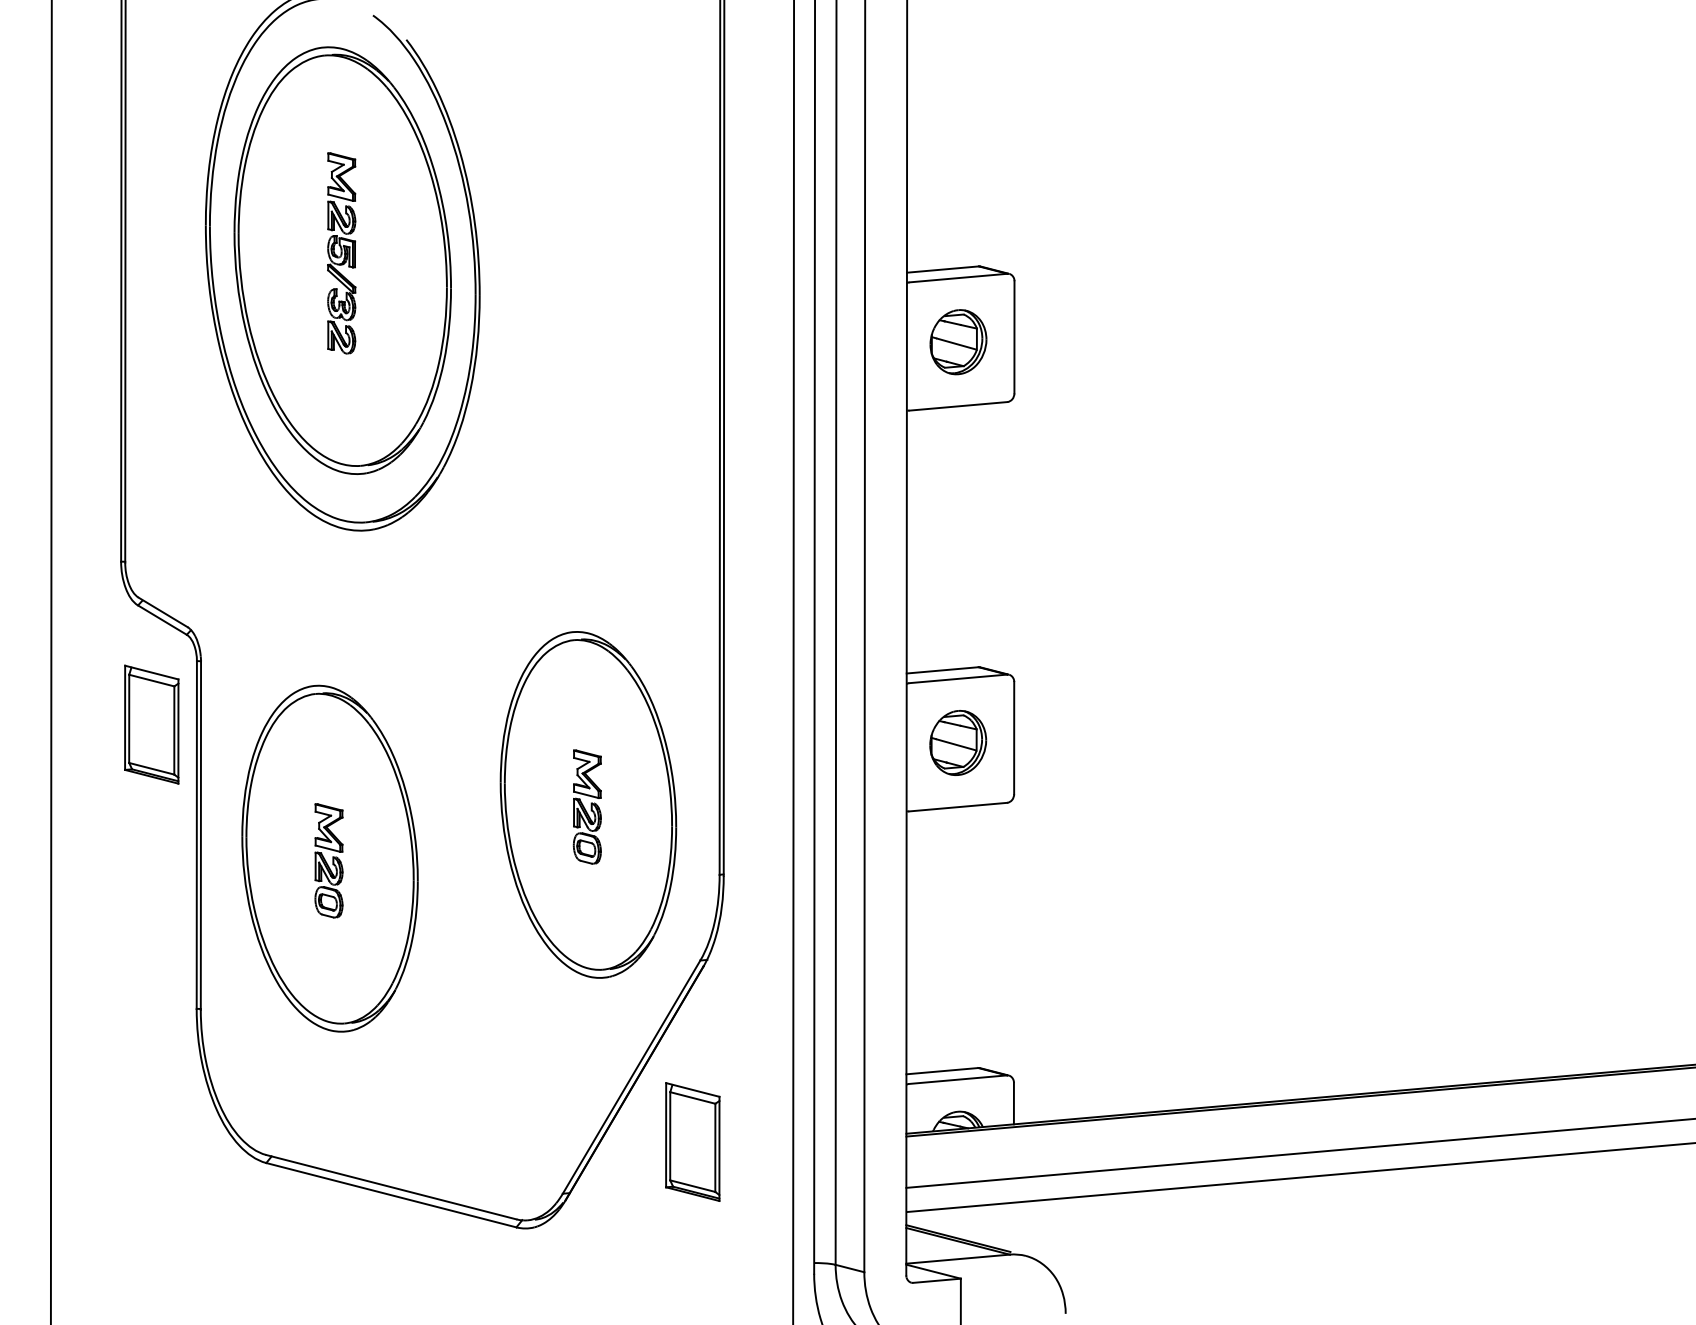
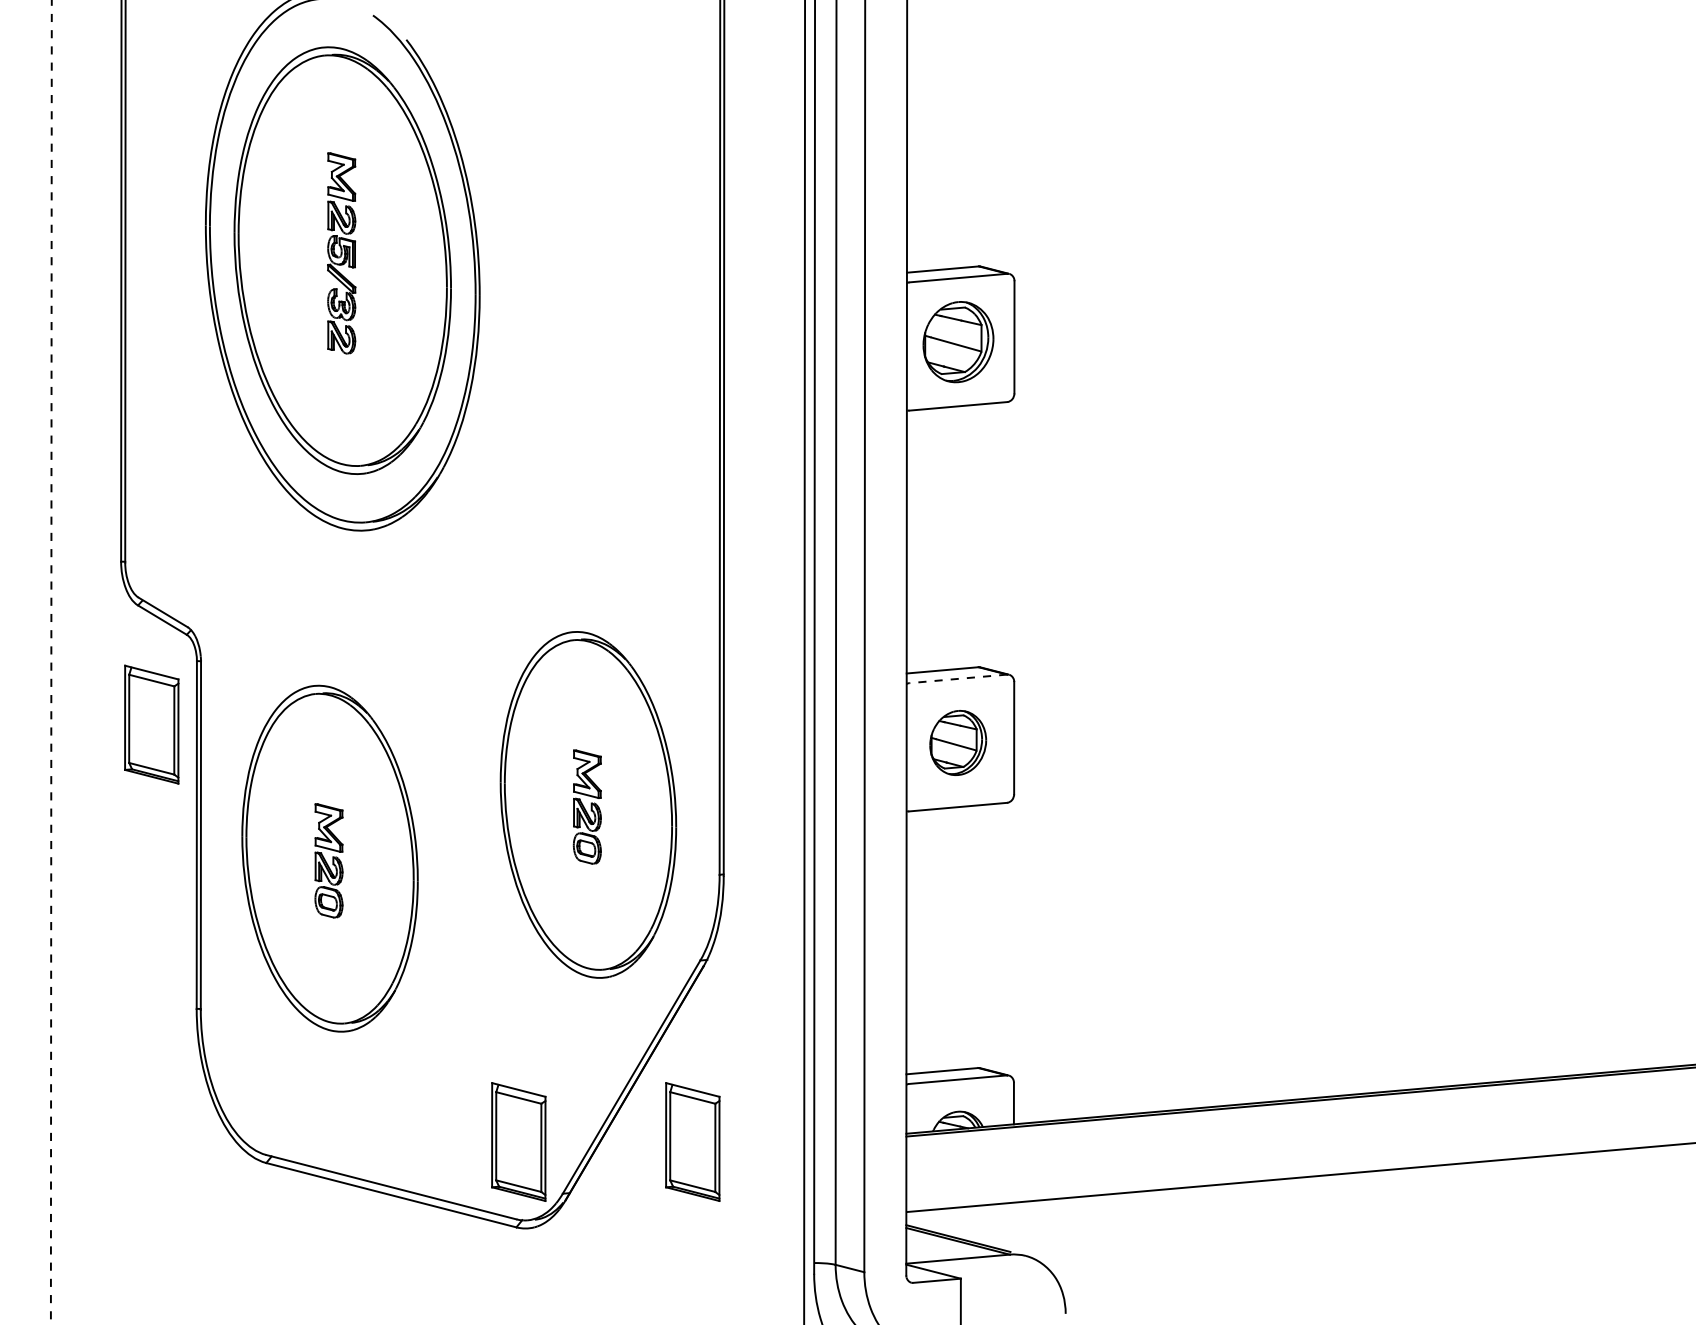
part at (958, 342) size: 59x67 px -> 73x83 px
line at (793, 661) position: (793, 661) -> (804, 661)
line at (51, 662): solid -> dashed
line at (957, 678): solid -> dashed
part at (518, 1141): none -> present
line at (1299, 1153): present -> none
